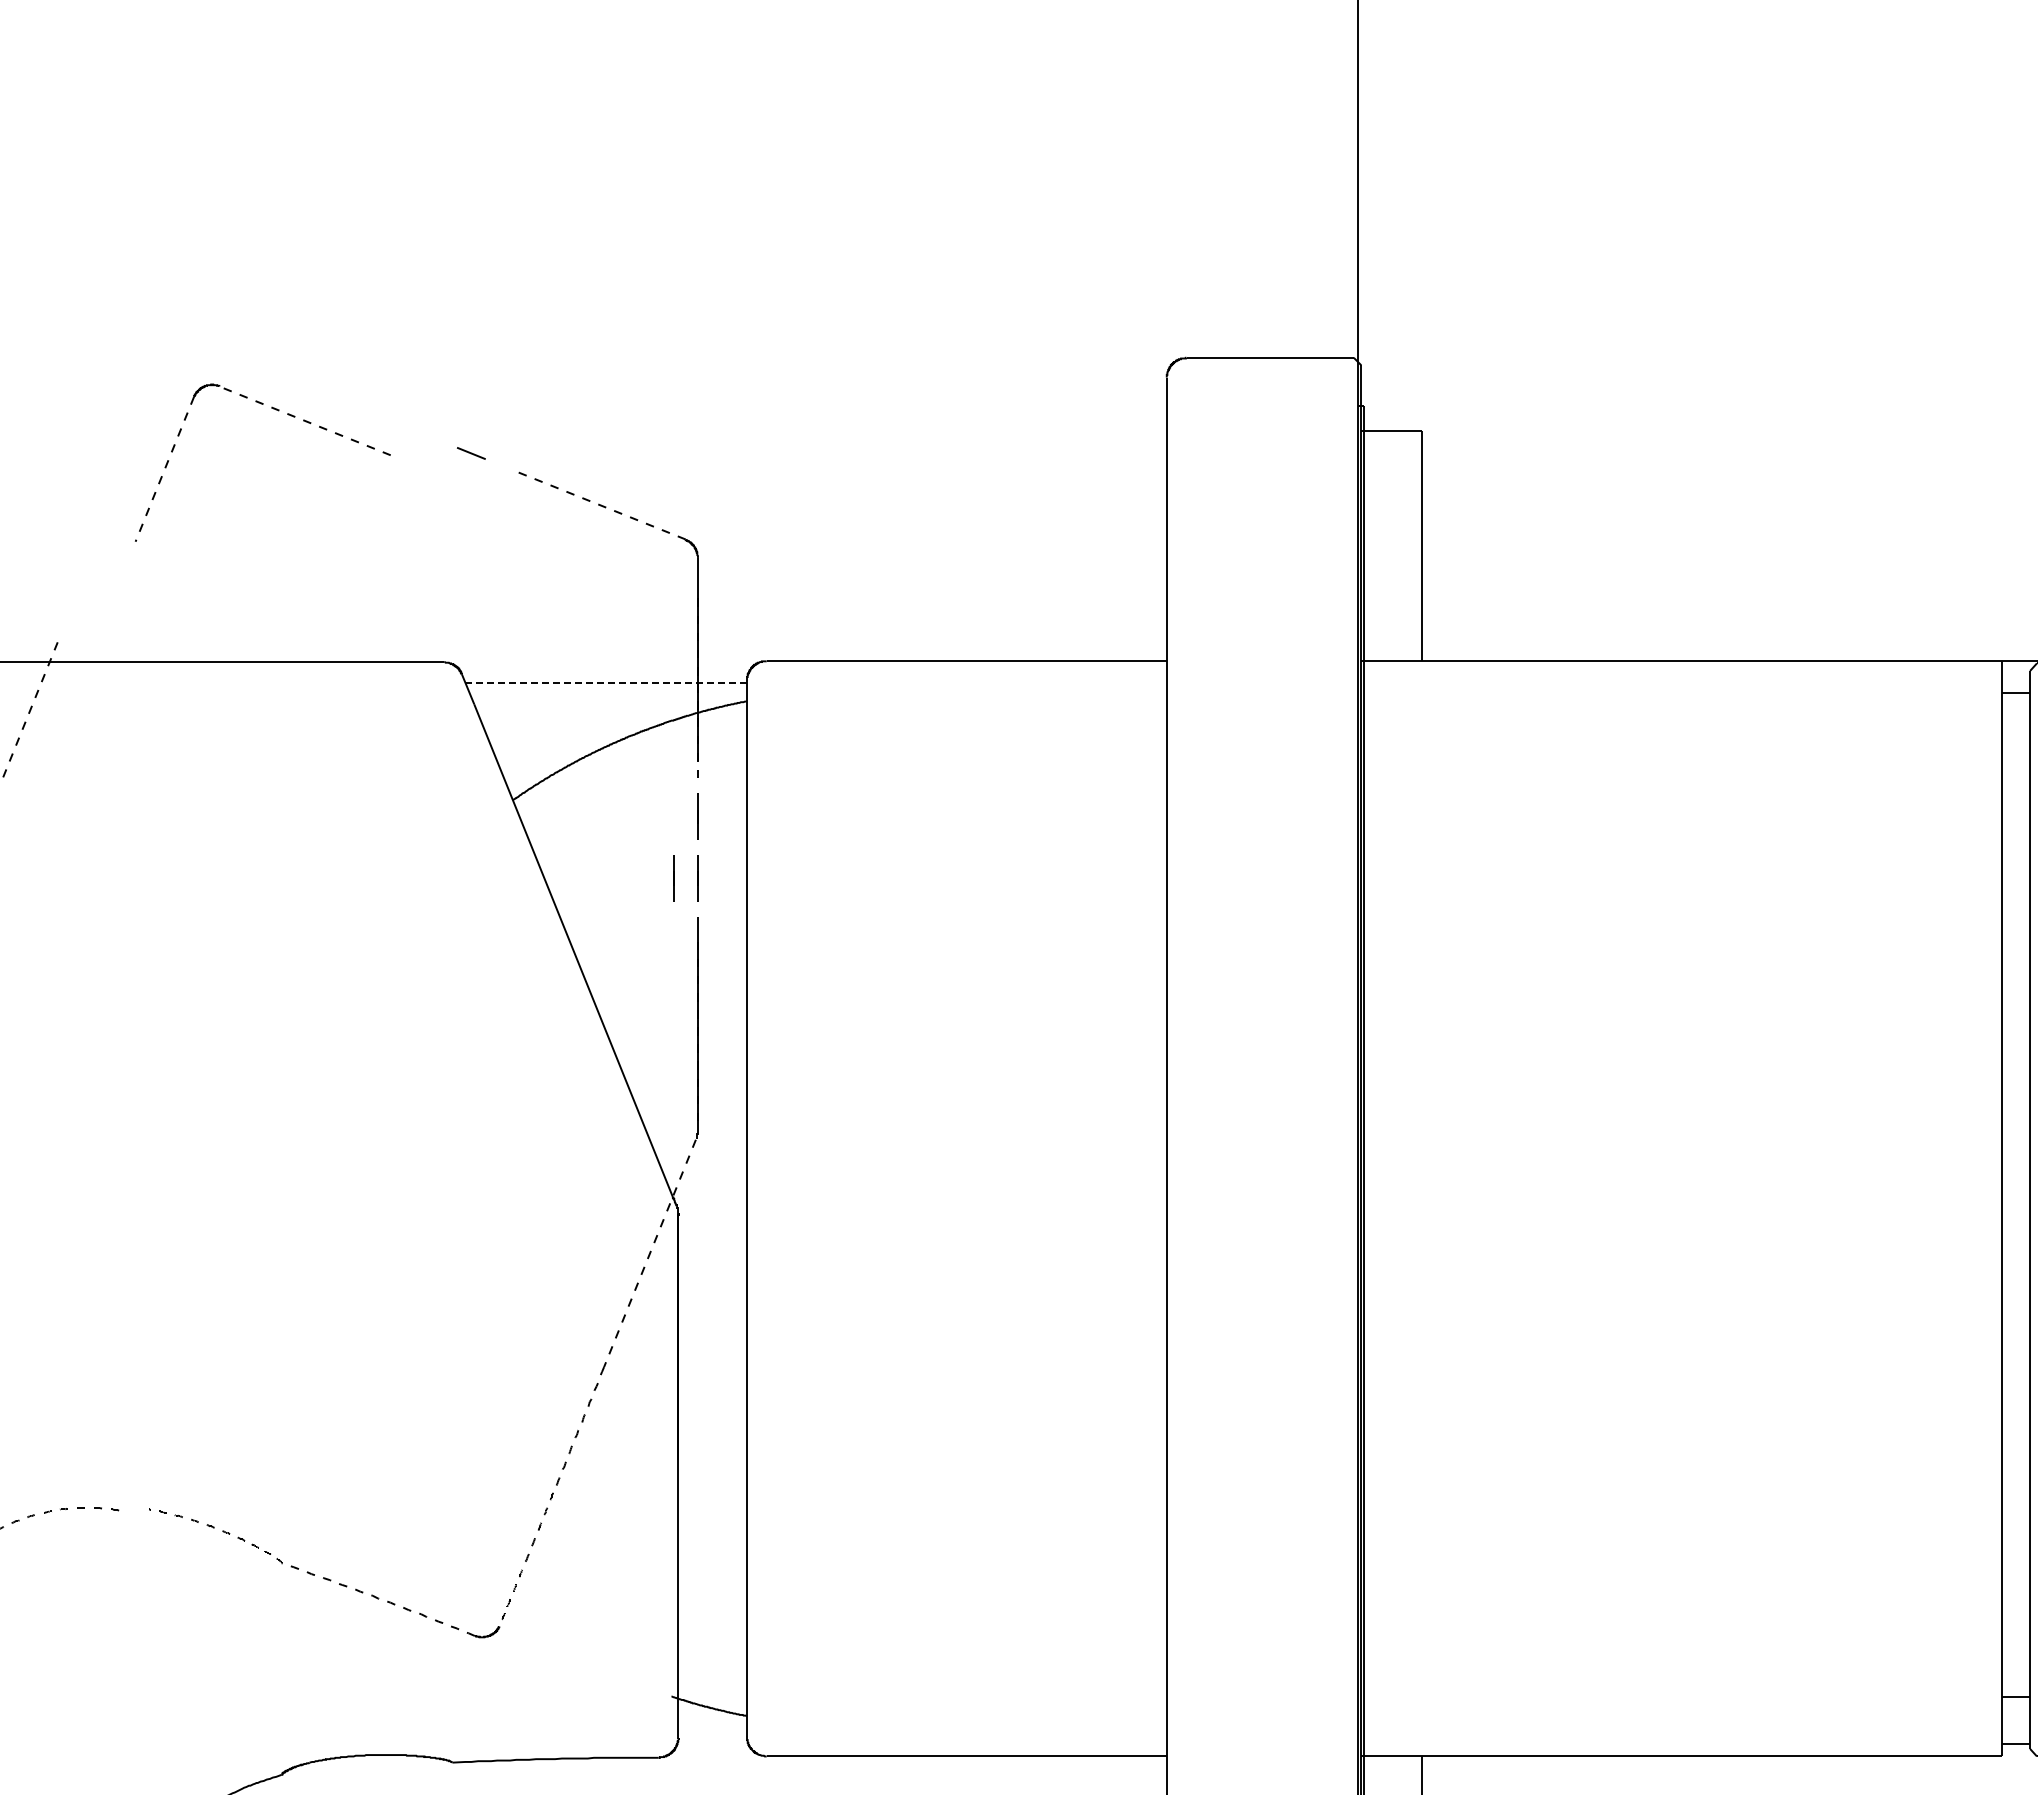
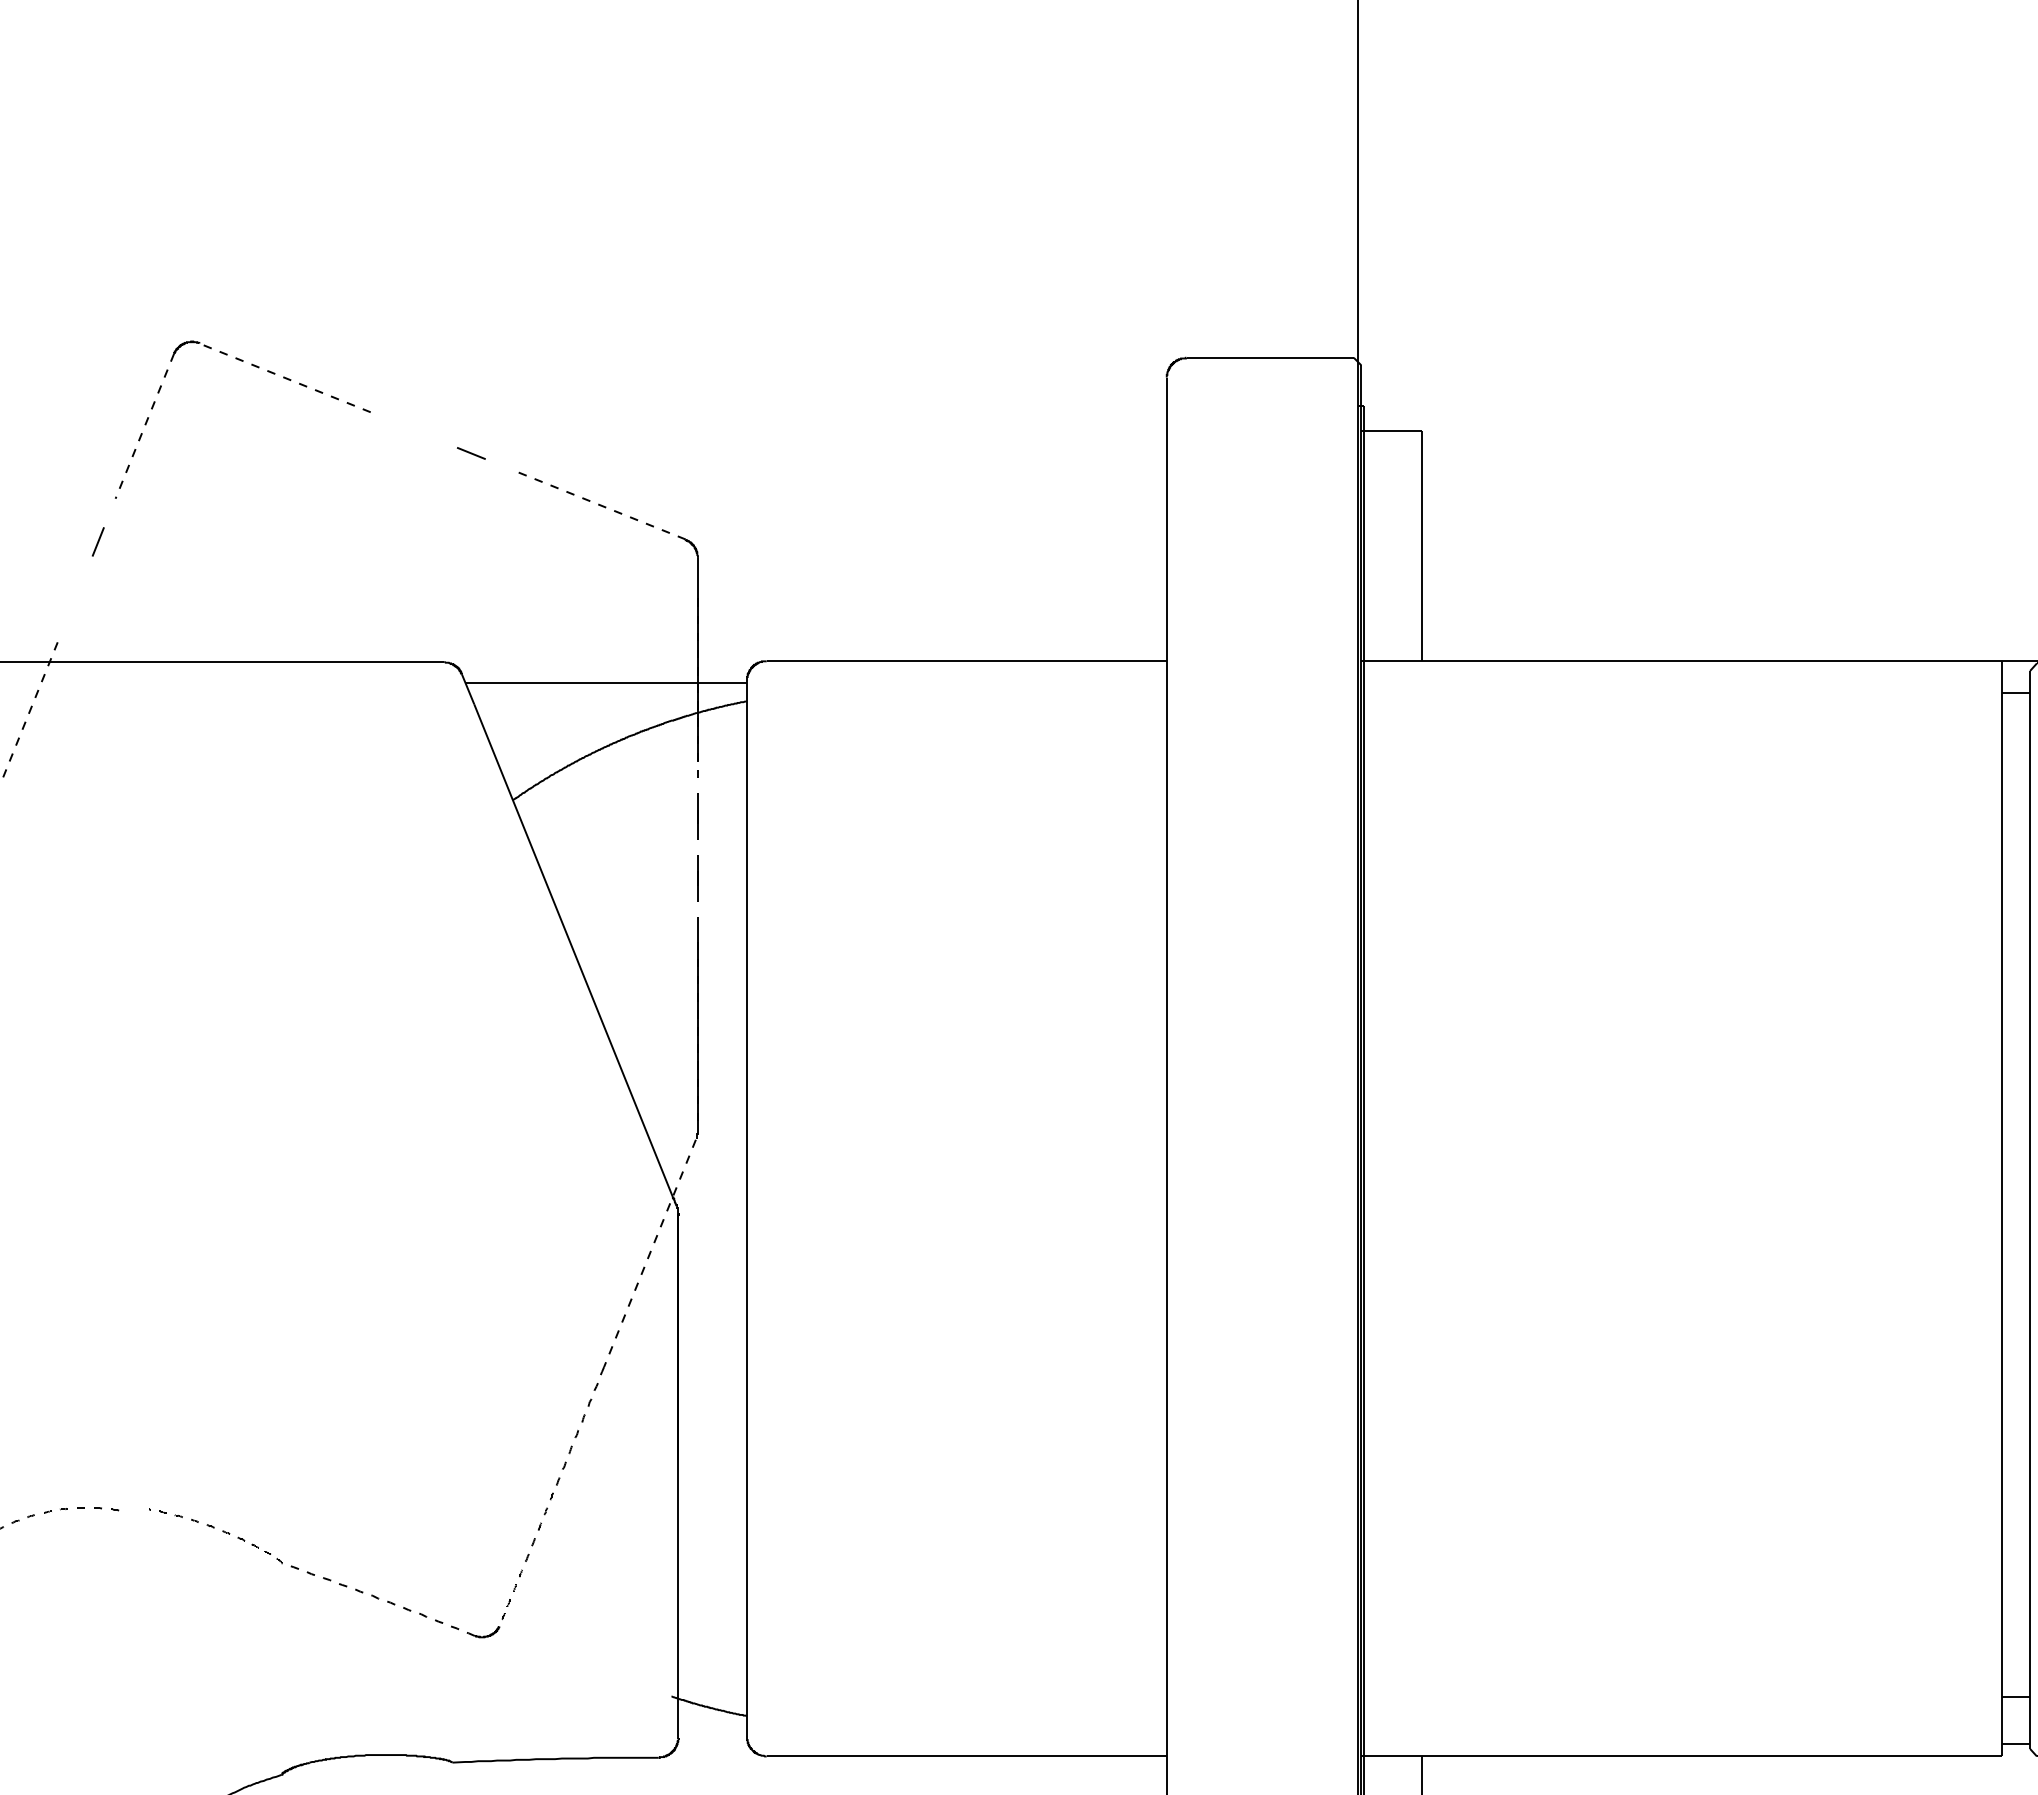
part at (278, 411) position: (278, 411) -> (258, 368)
line at (97, 541): none -> present
line at (606, 683): dashed -> solid
line at (673, 878): present -> none
